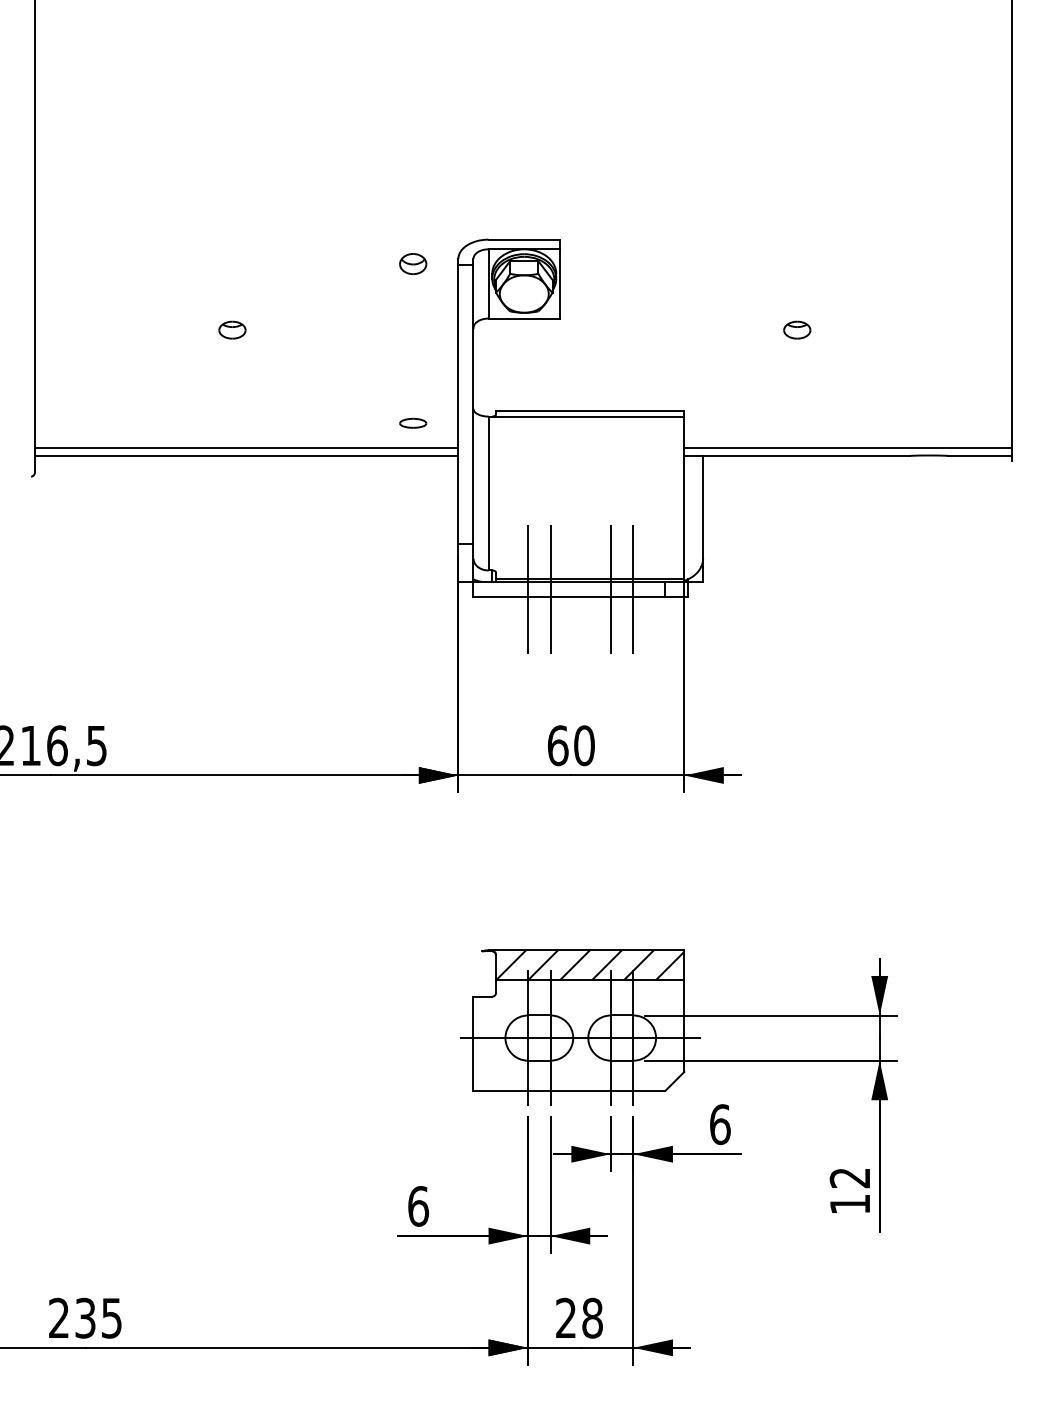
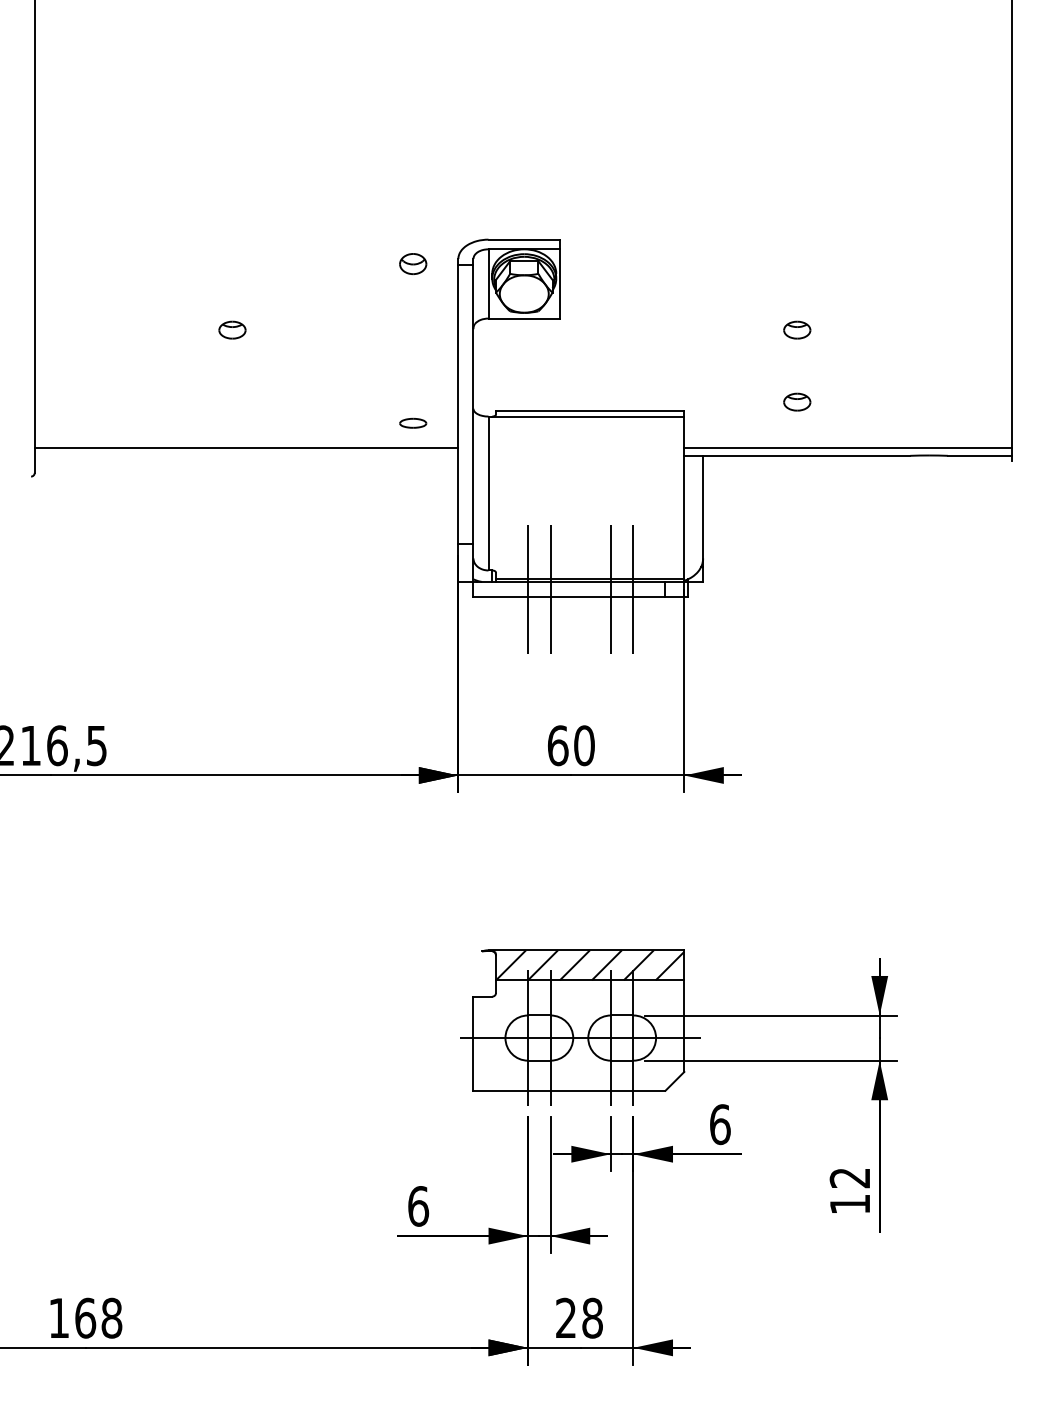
part at (797, 401): none -> present
line at (246, 455): present -> none
text at (85, 1317): 235 -> 168
